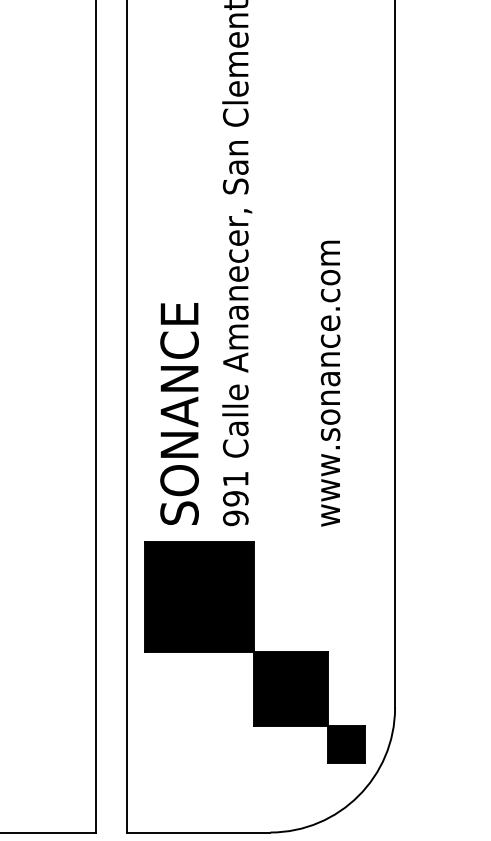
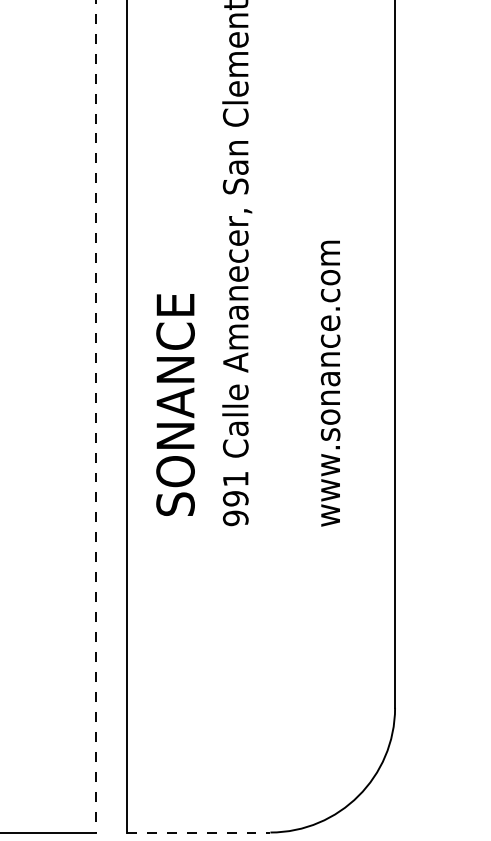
text at (179, 413) position: (179, 413) -> (175, 404)
line at (95, 416): solid -> dashed
part at (254, 652): present -> none
line at (198, 832): solid -> dashed
